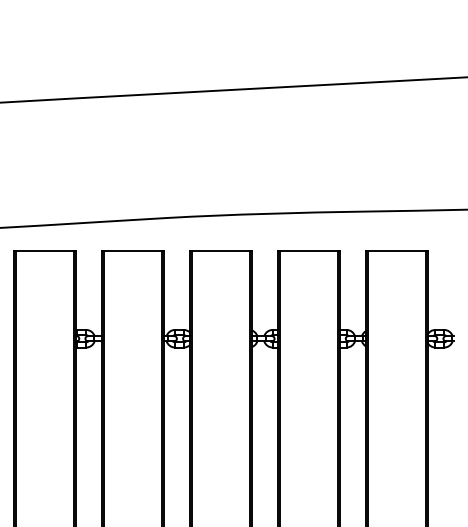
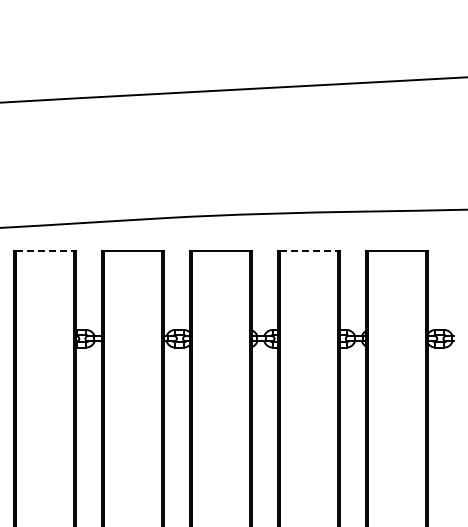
line at (45, 250): solid -> dashed
line at (309, 250): solid -> dashed
